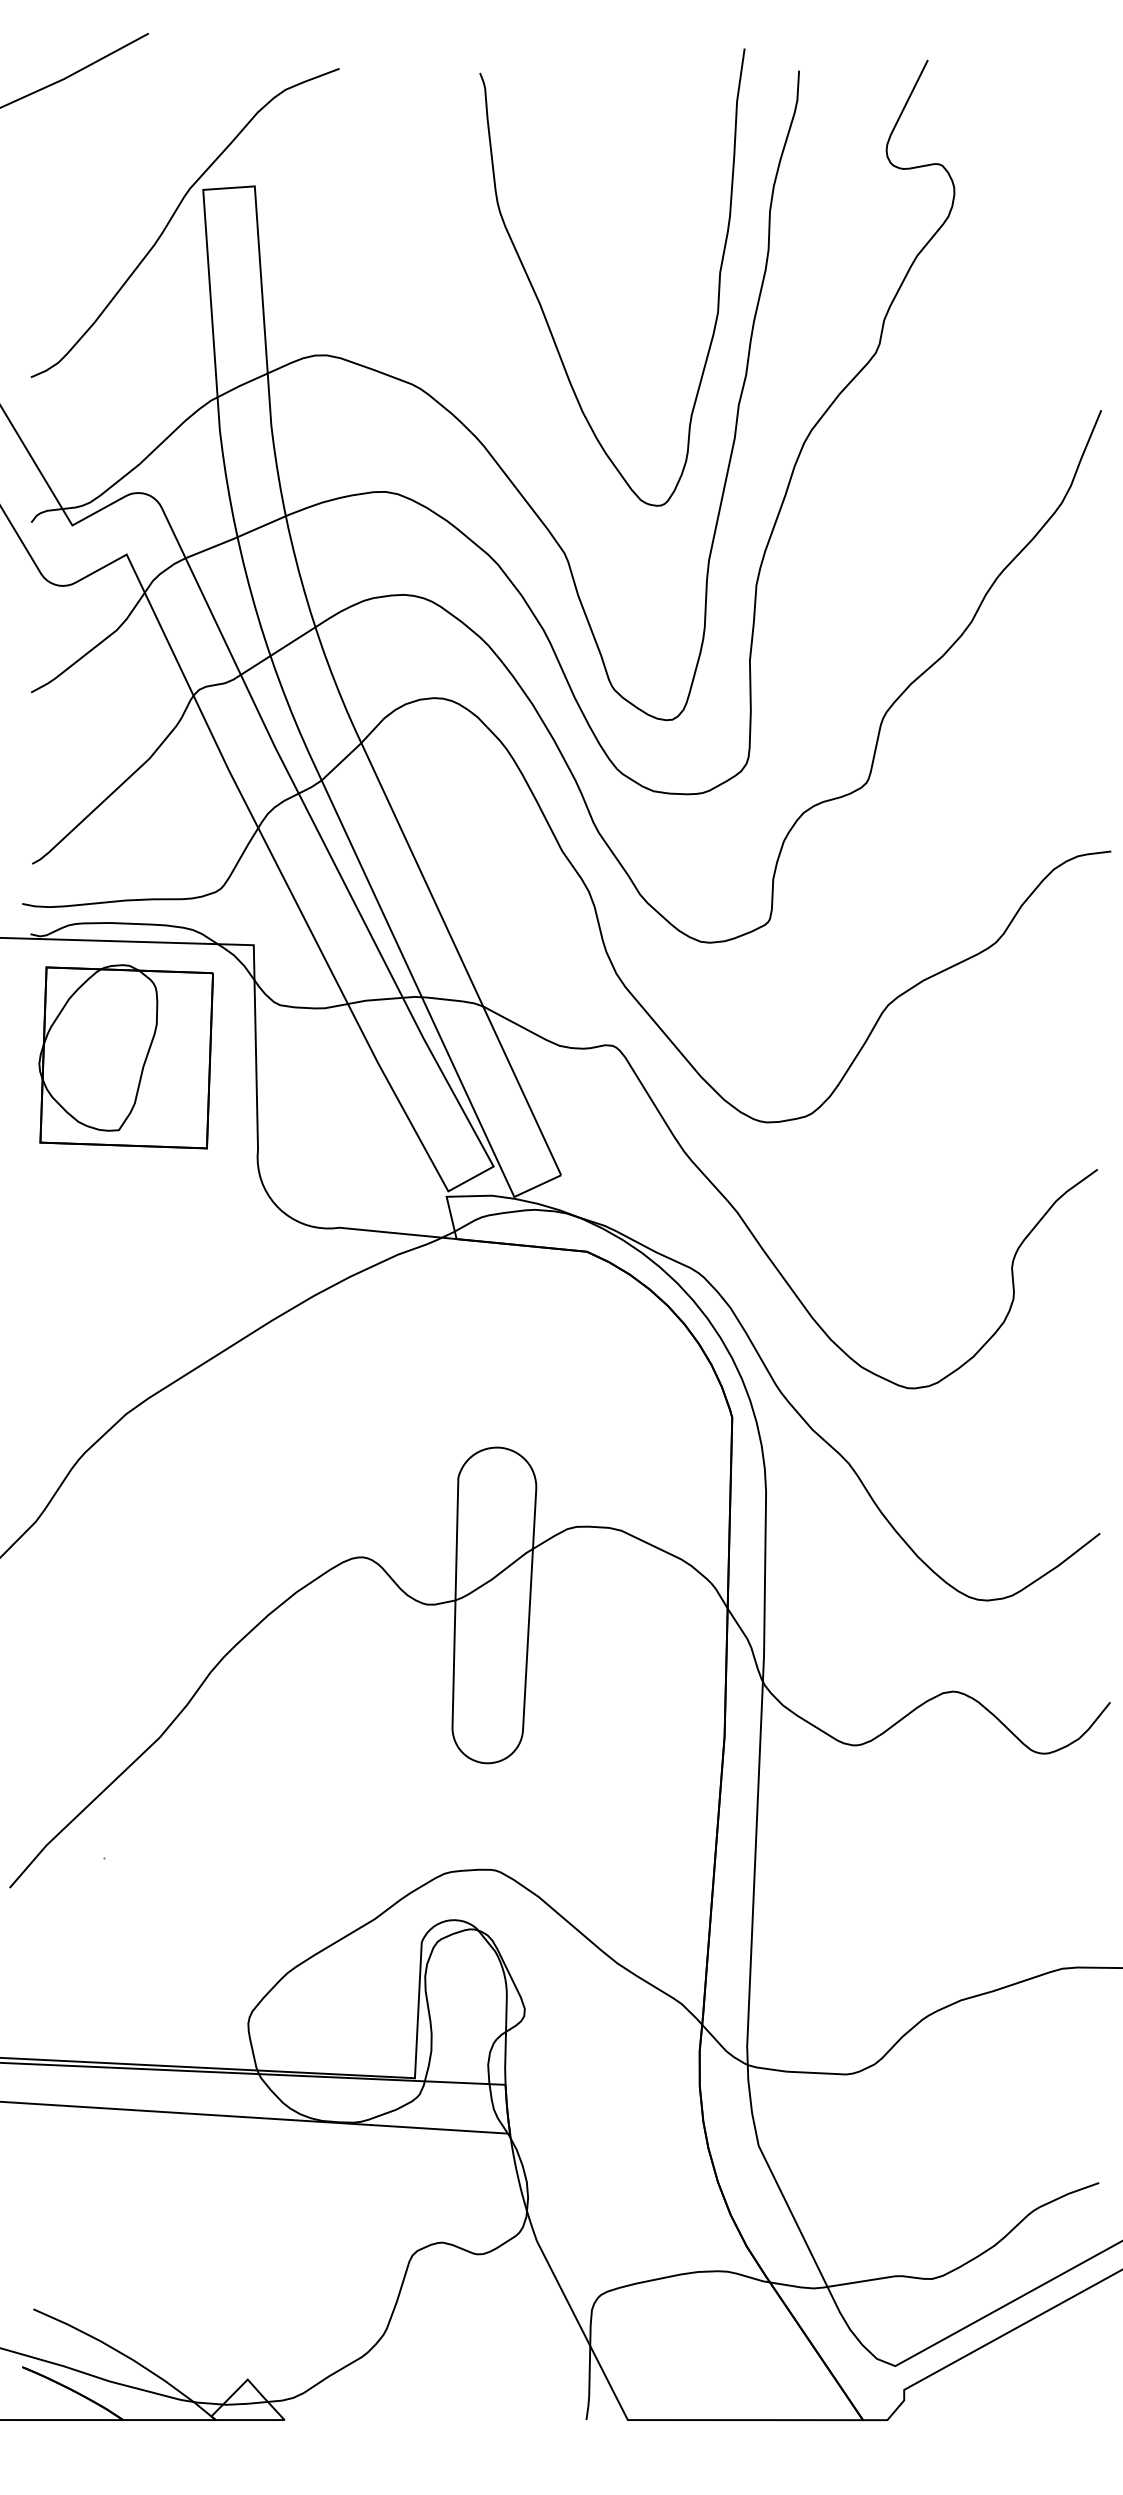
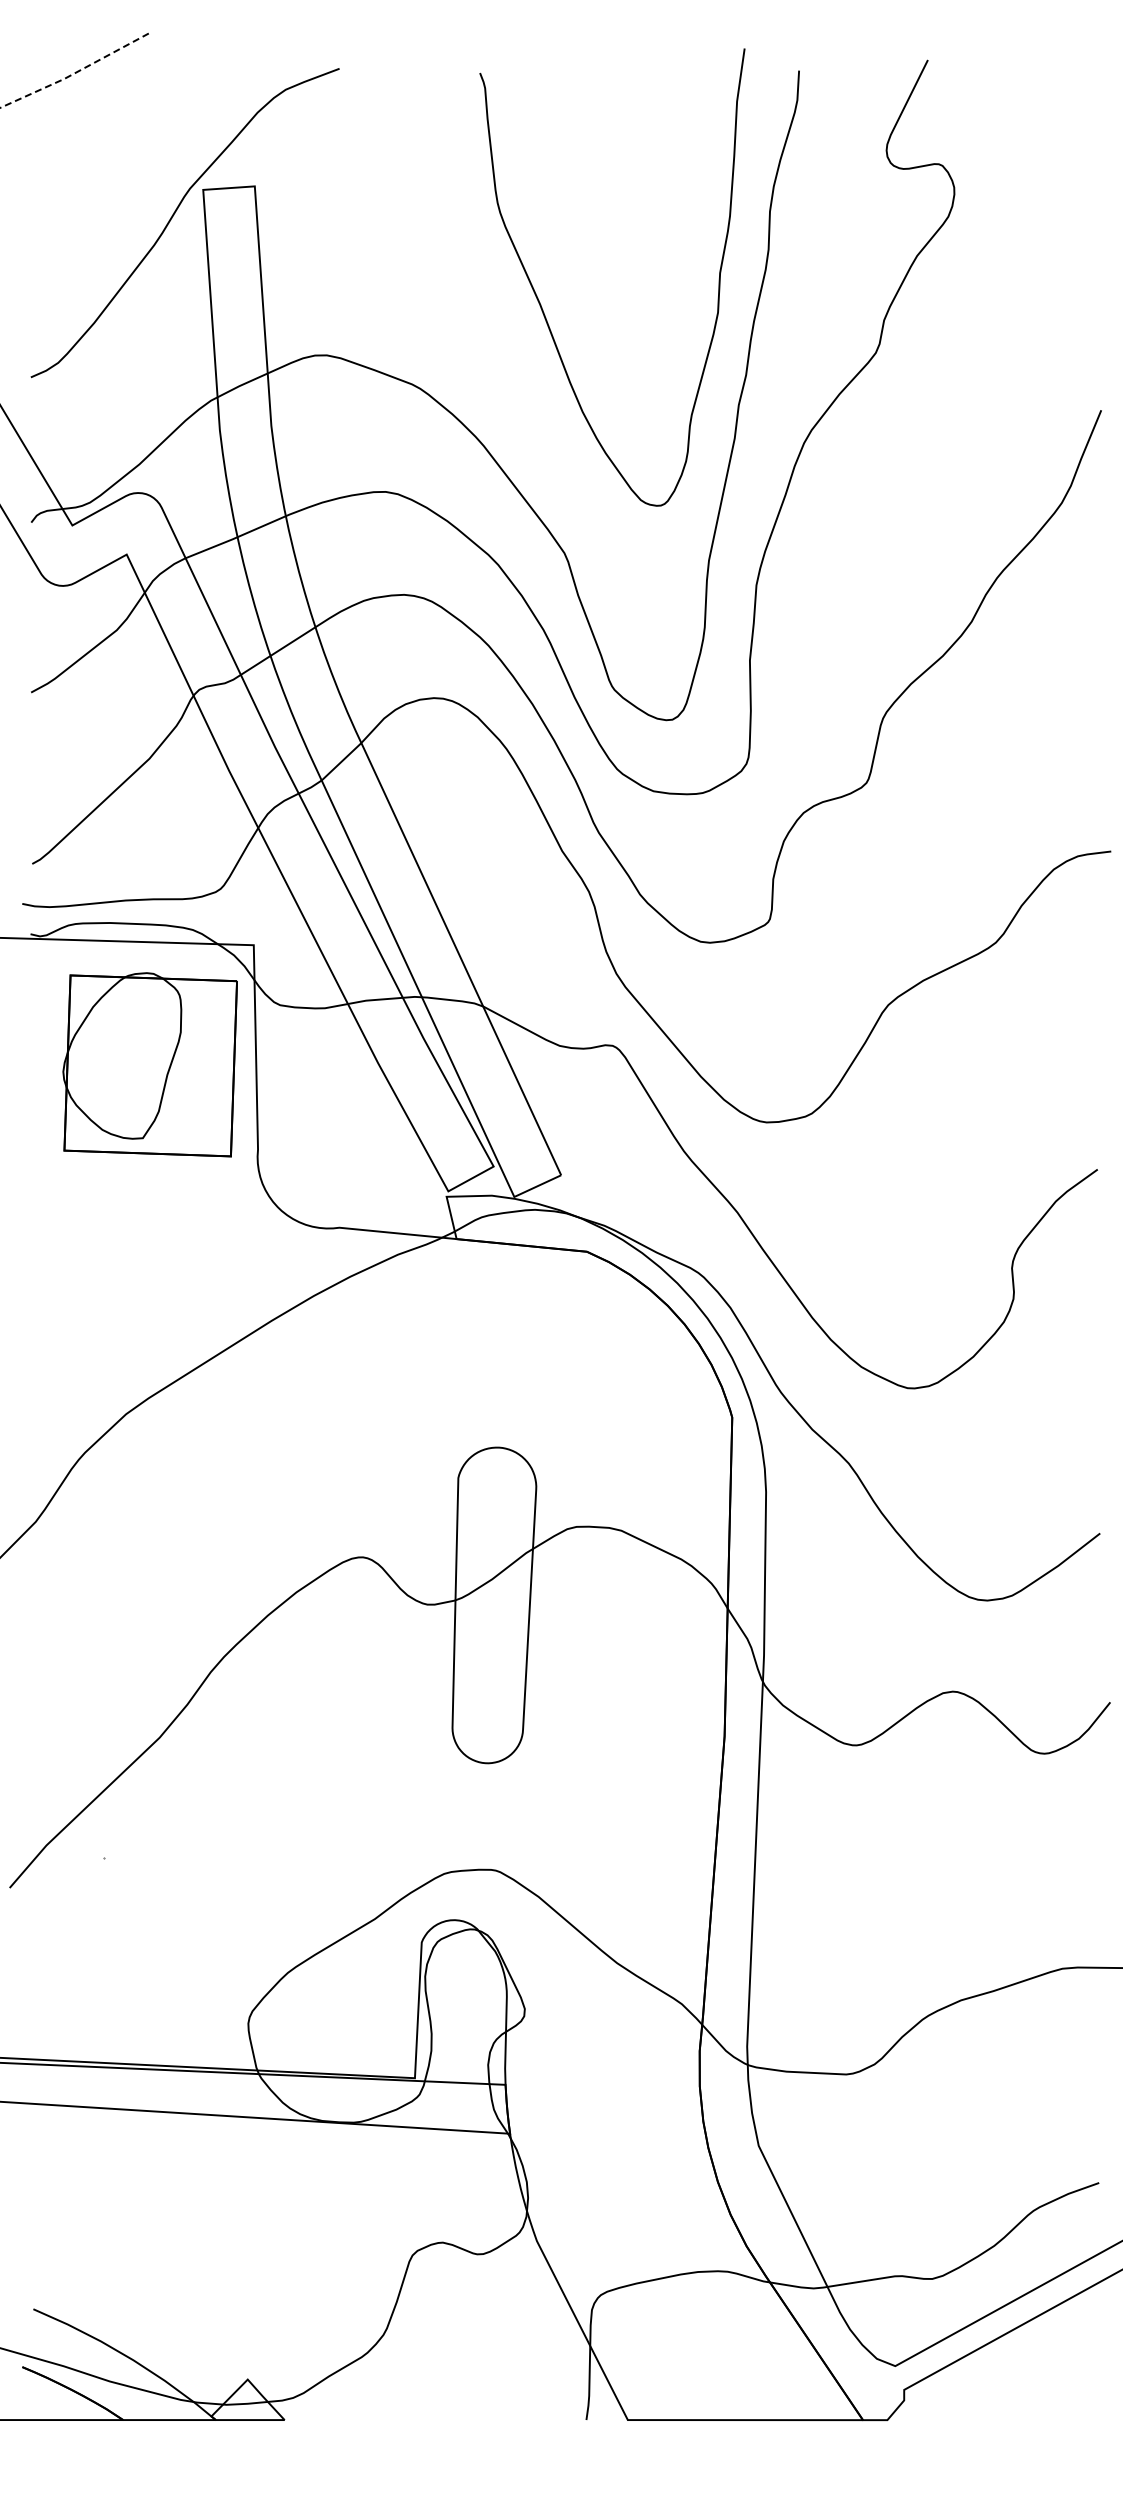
line at (74, 73): solid -> dashed
part at (125, 1056) position: (125, 1056) -> (149, 1064)
